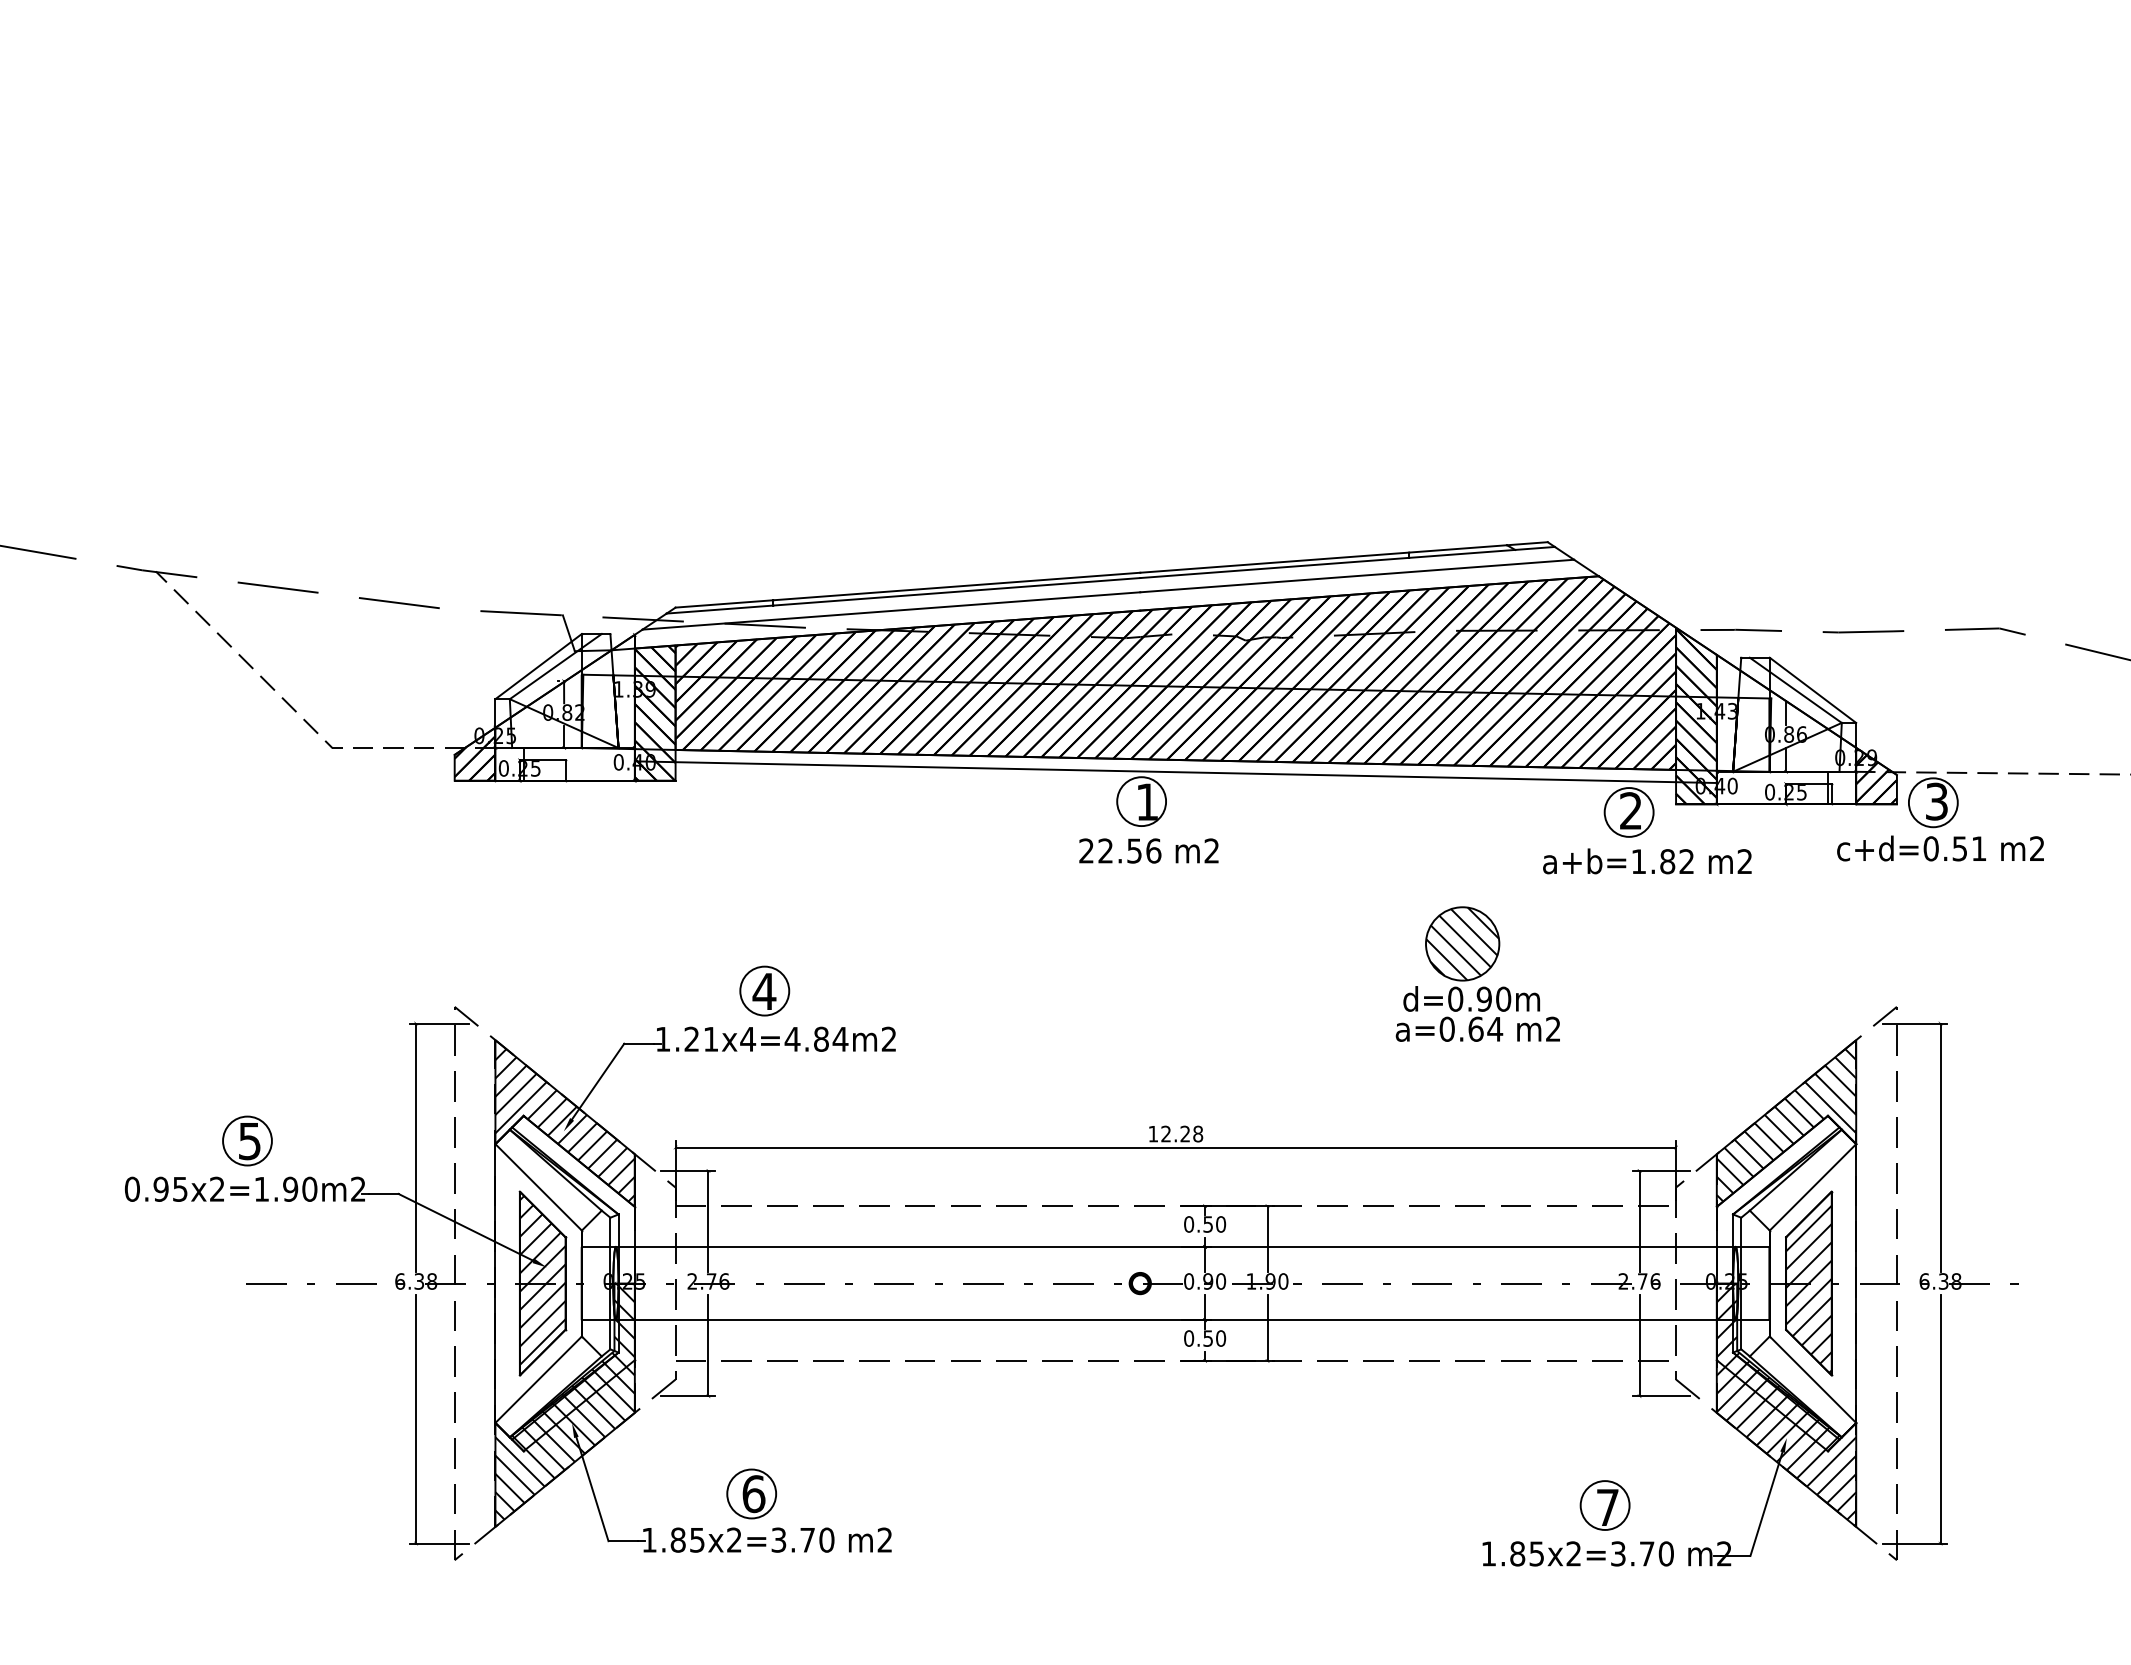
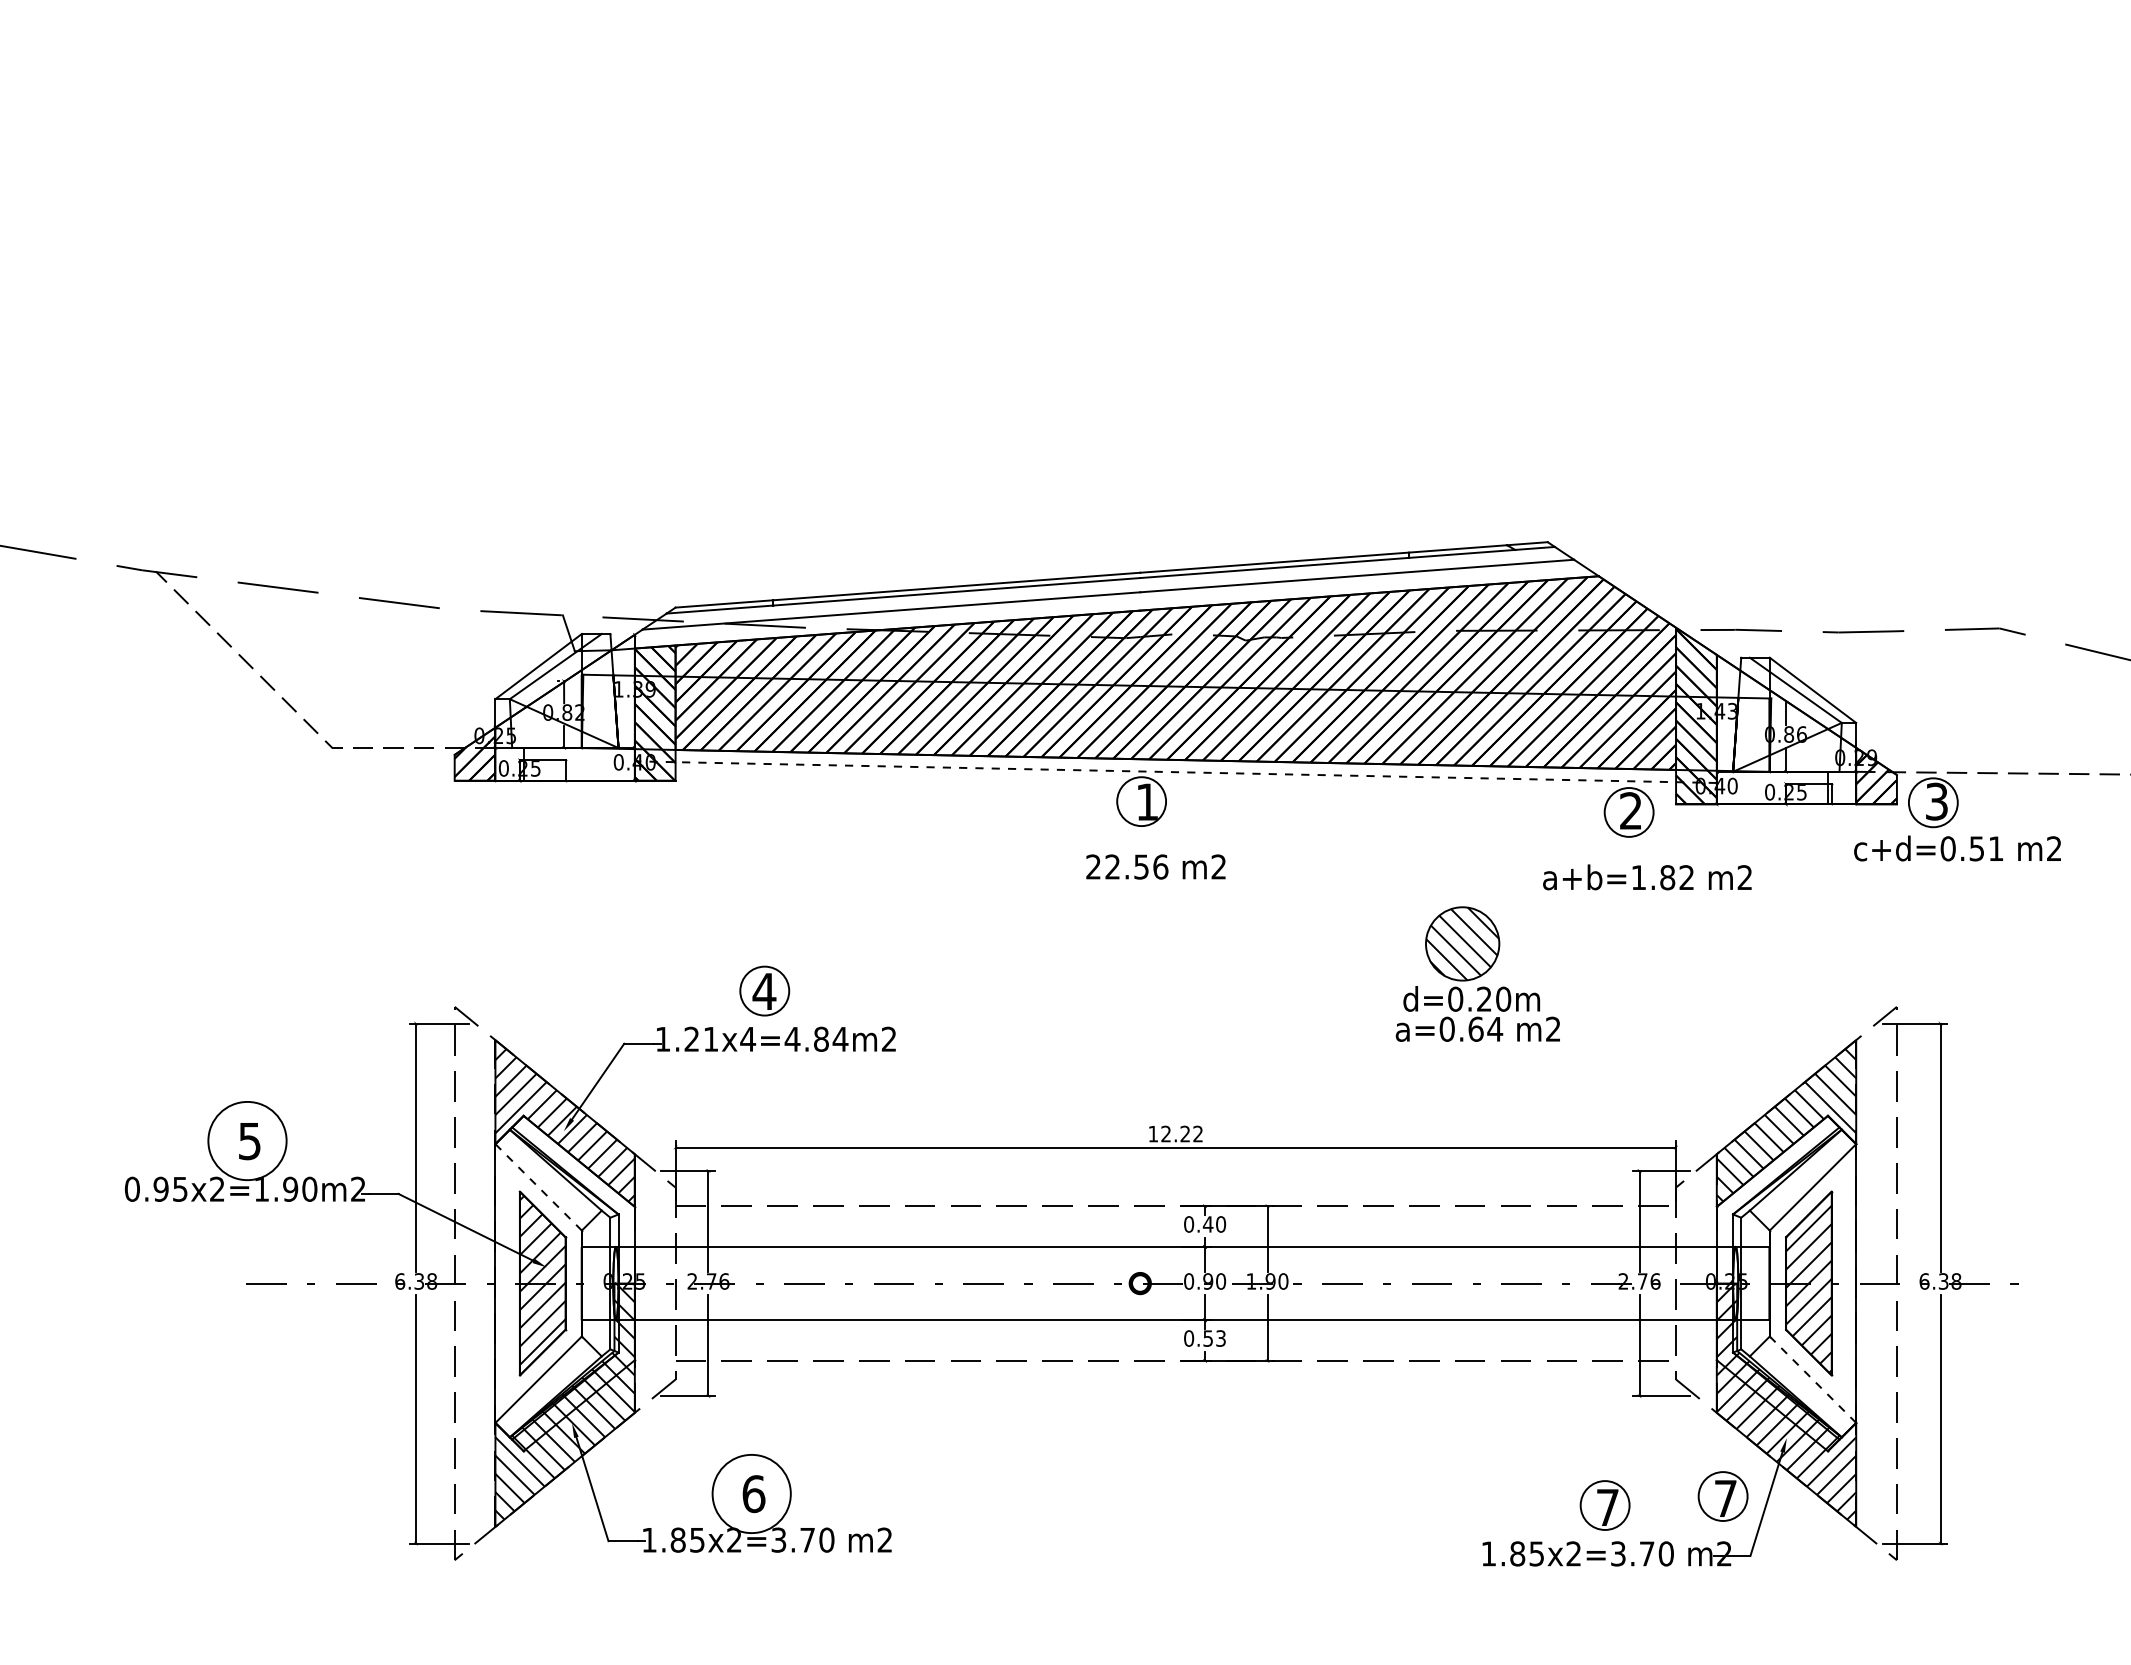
line at (1175, 772): solid -> dashed
text at (1940, 848) position: (1940, 848) -> (1957, 848)
text at (1148, 850) position: (1148, 850) -> (1155, 866)
text at (1647, 861) position: (1647, 861) -> (1647, 877)
text at (1483, 998): d=0.90m -> d=0.20m
text at (1198, 1133): 12.28 -> 12.22
circle at (247, 1140) diameter: 49 px -> 78 px
line at (538, 1187): solid -> dashed
text at (1207, 1224): 0.50 -> 0.40
text at (1221, 1338): 0.50 -> 0.53
line at (1812, 1379): solid -> dashed
circle at (751, 1493) diameter: 49 px -> 78 px
part at (1722, 1496): none -> present
